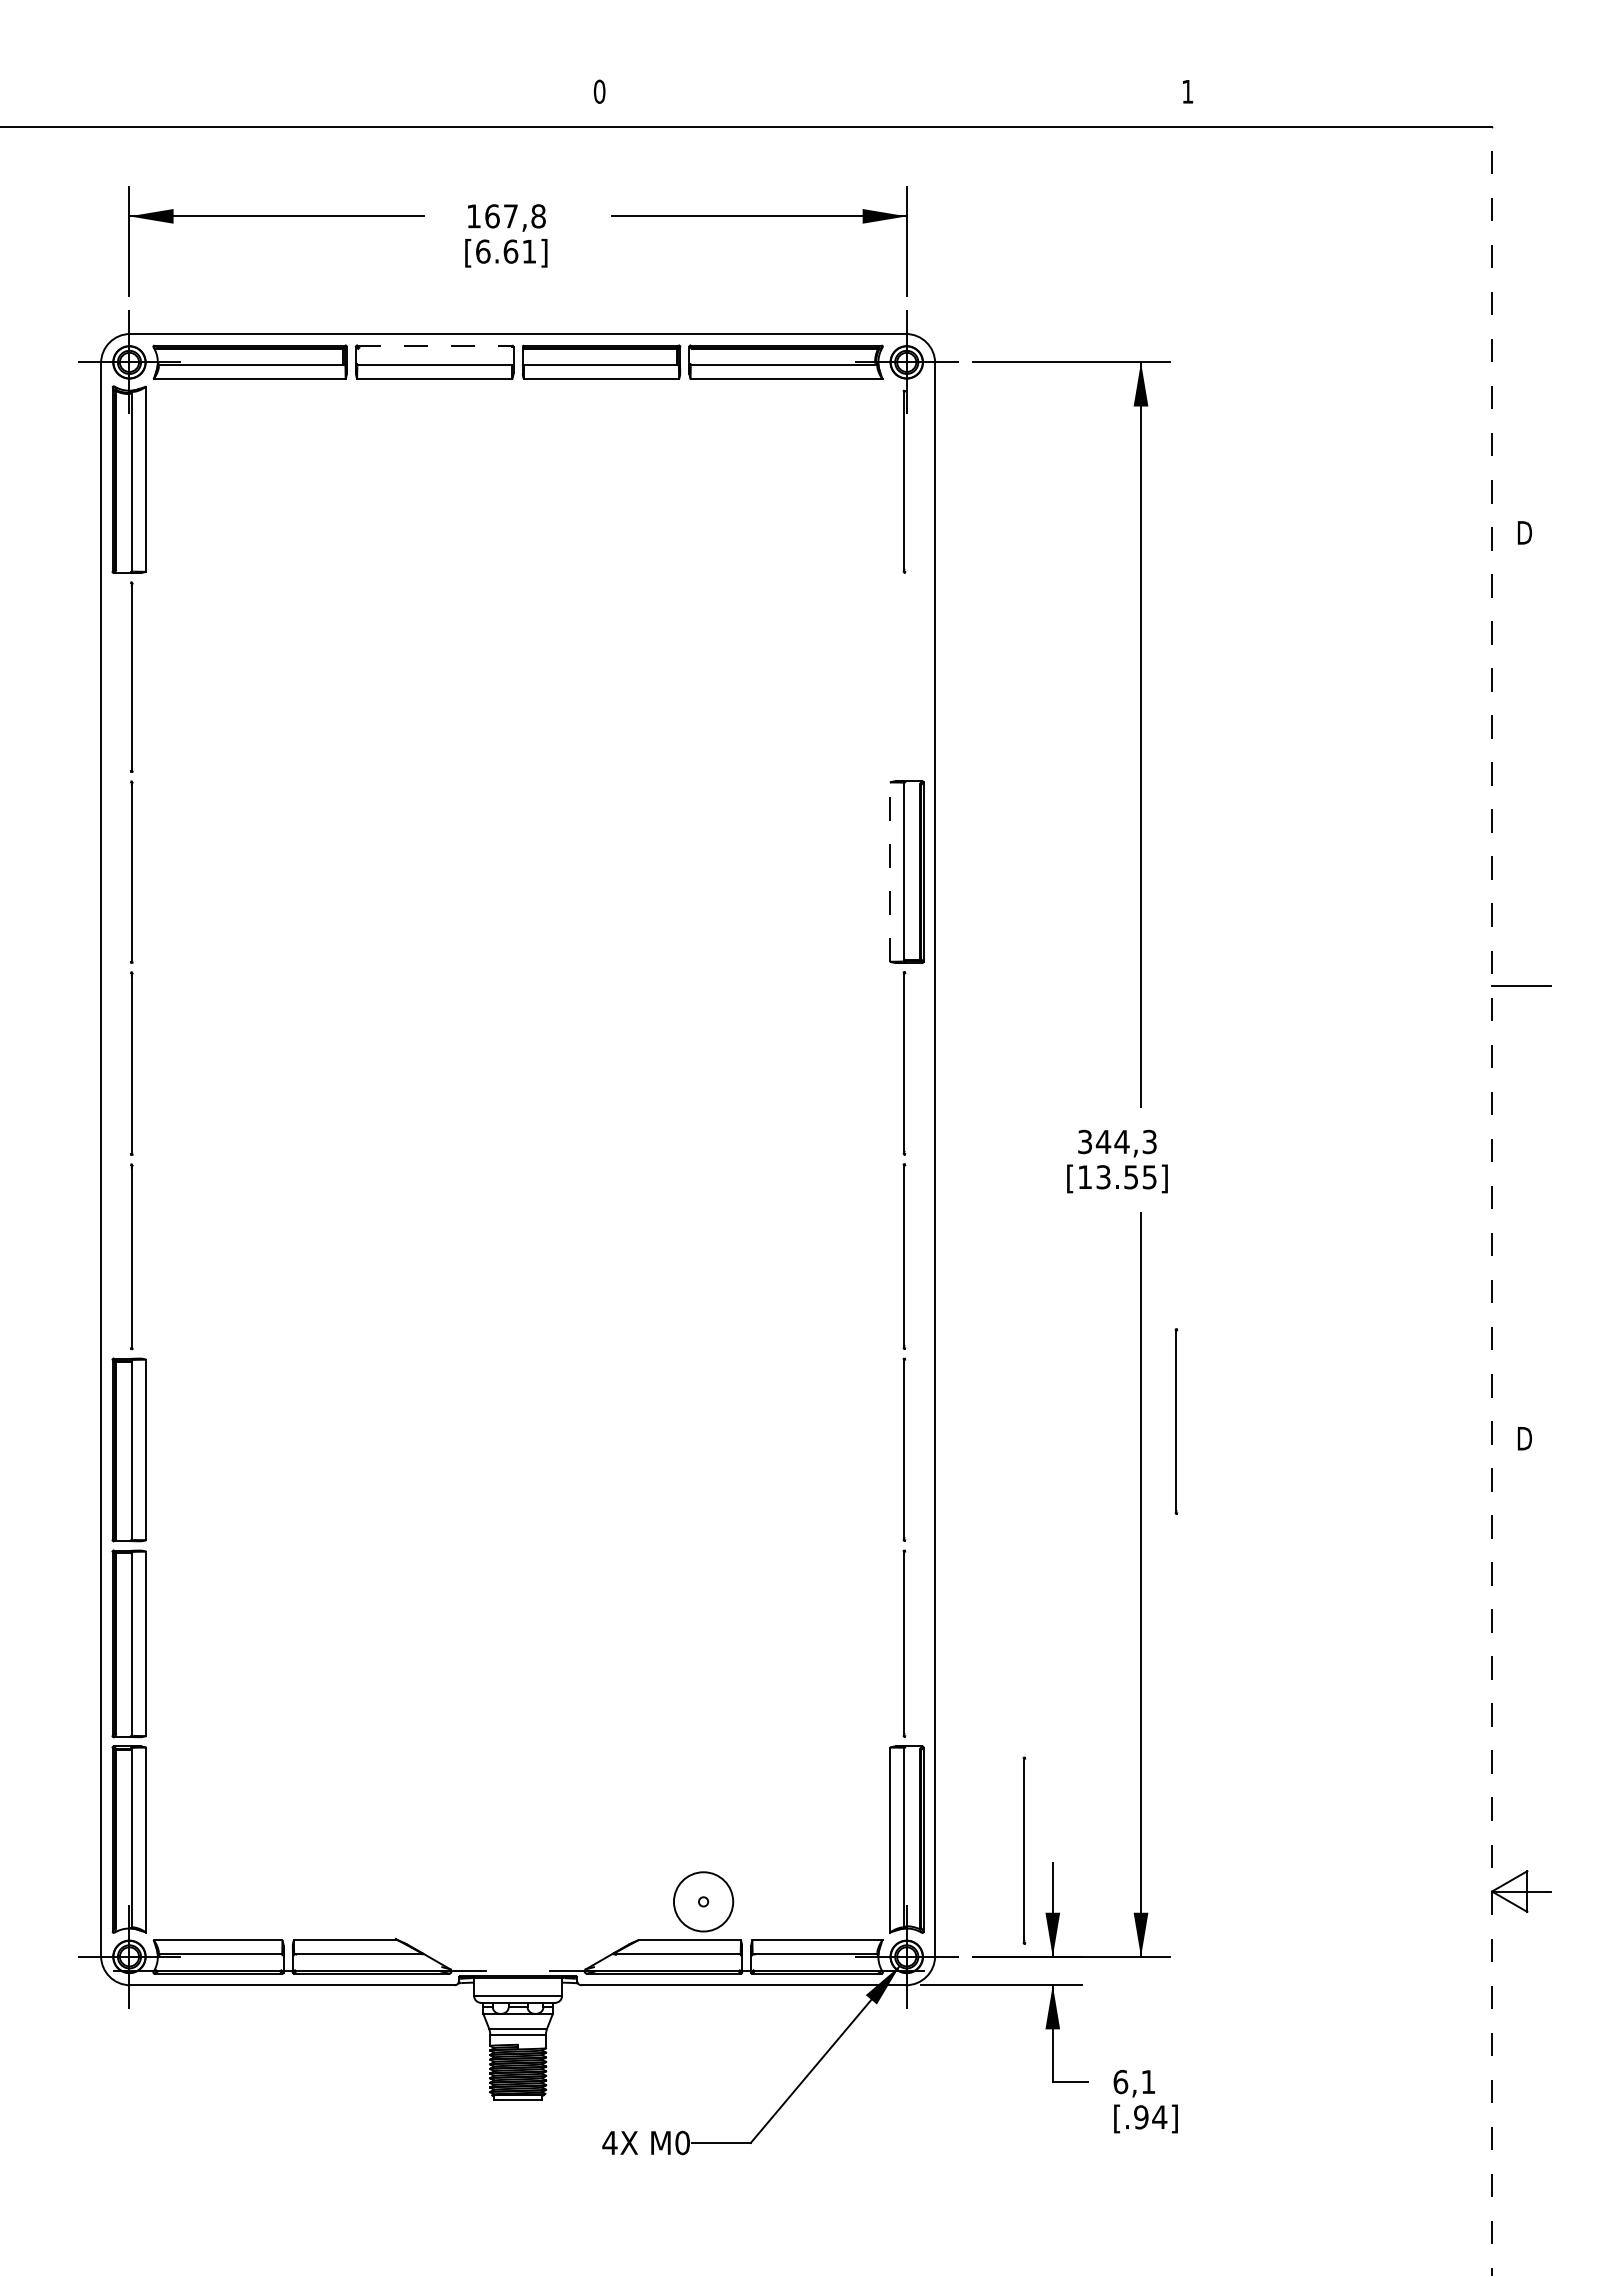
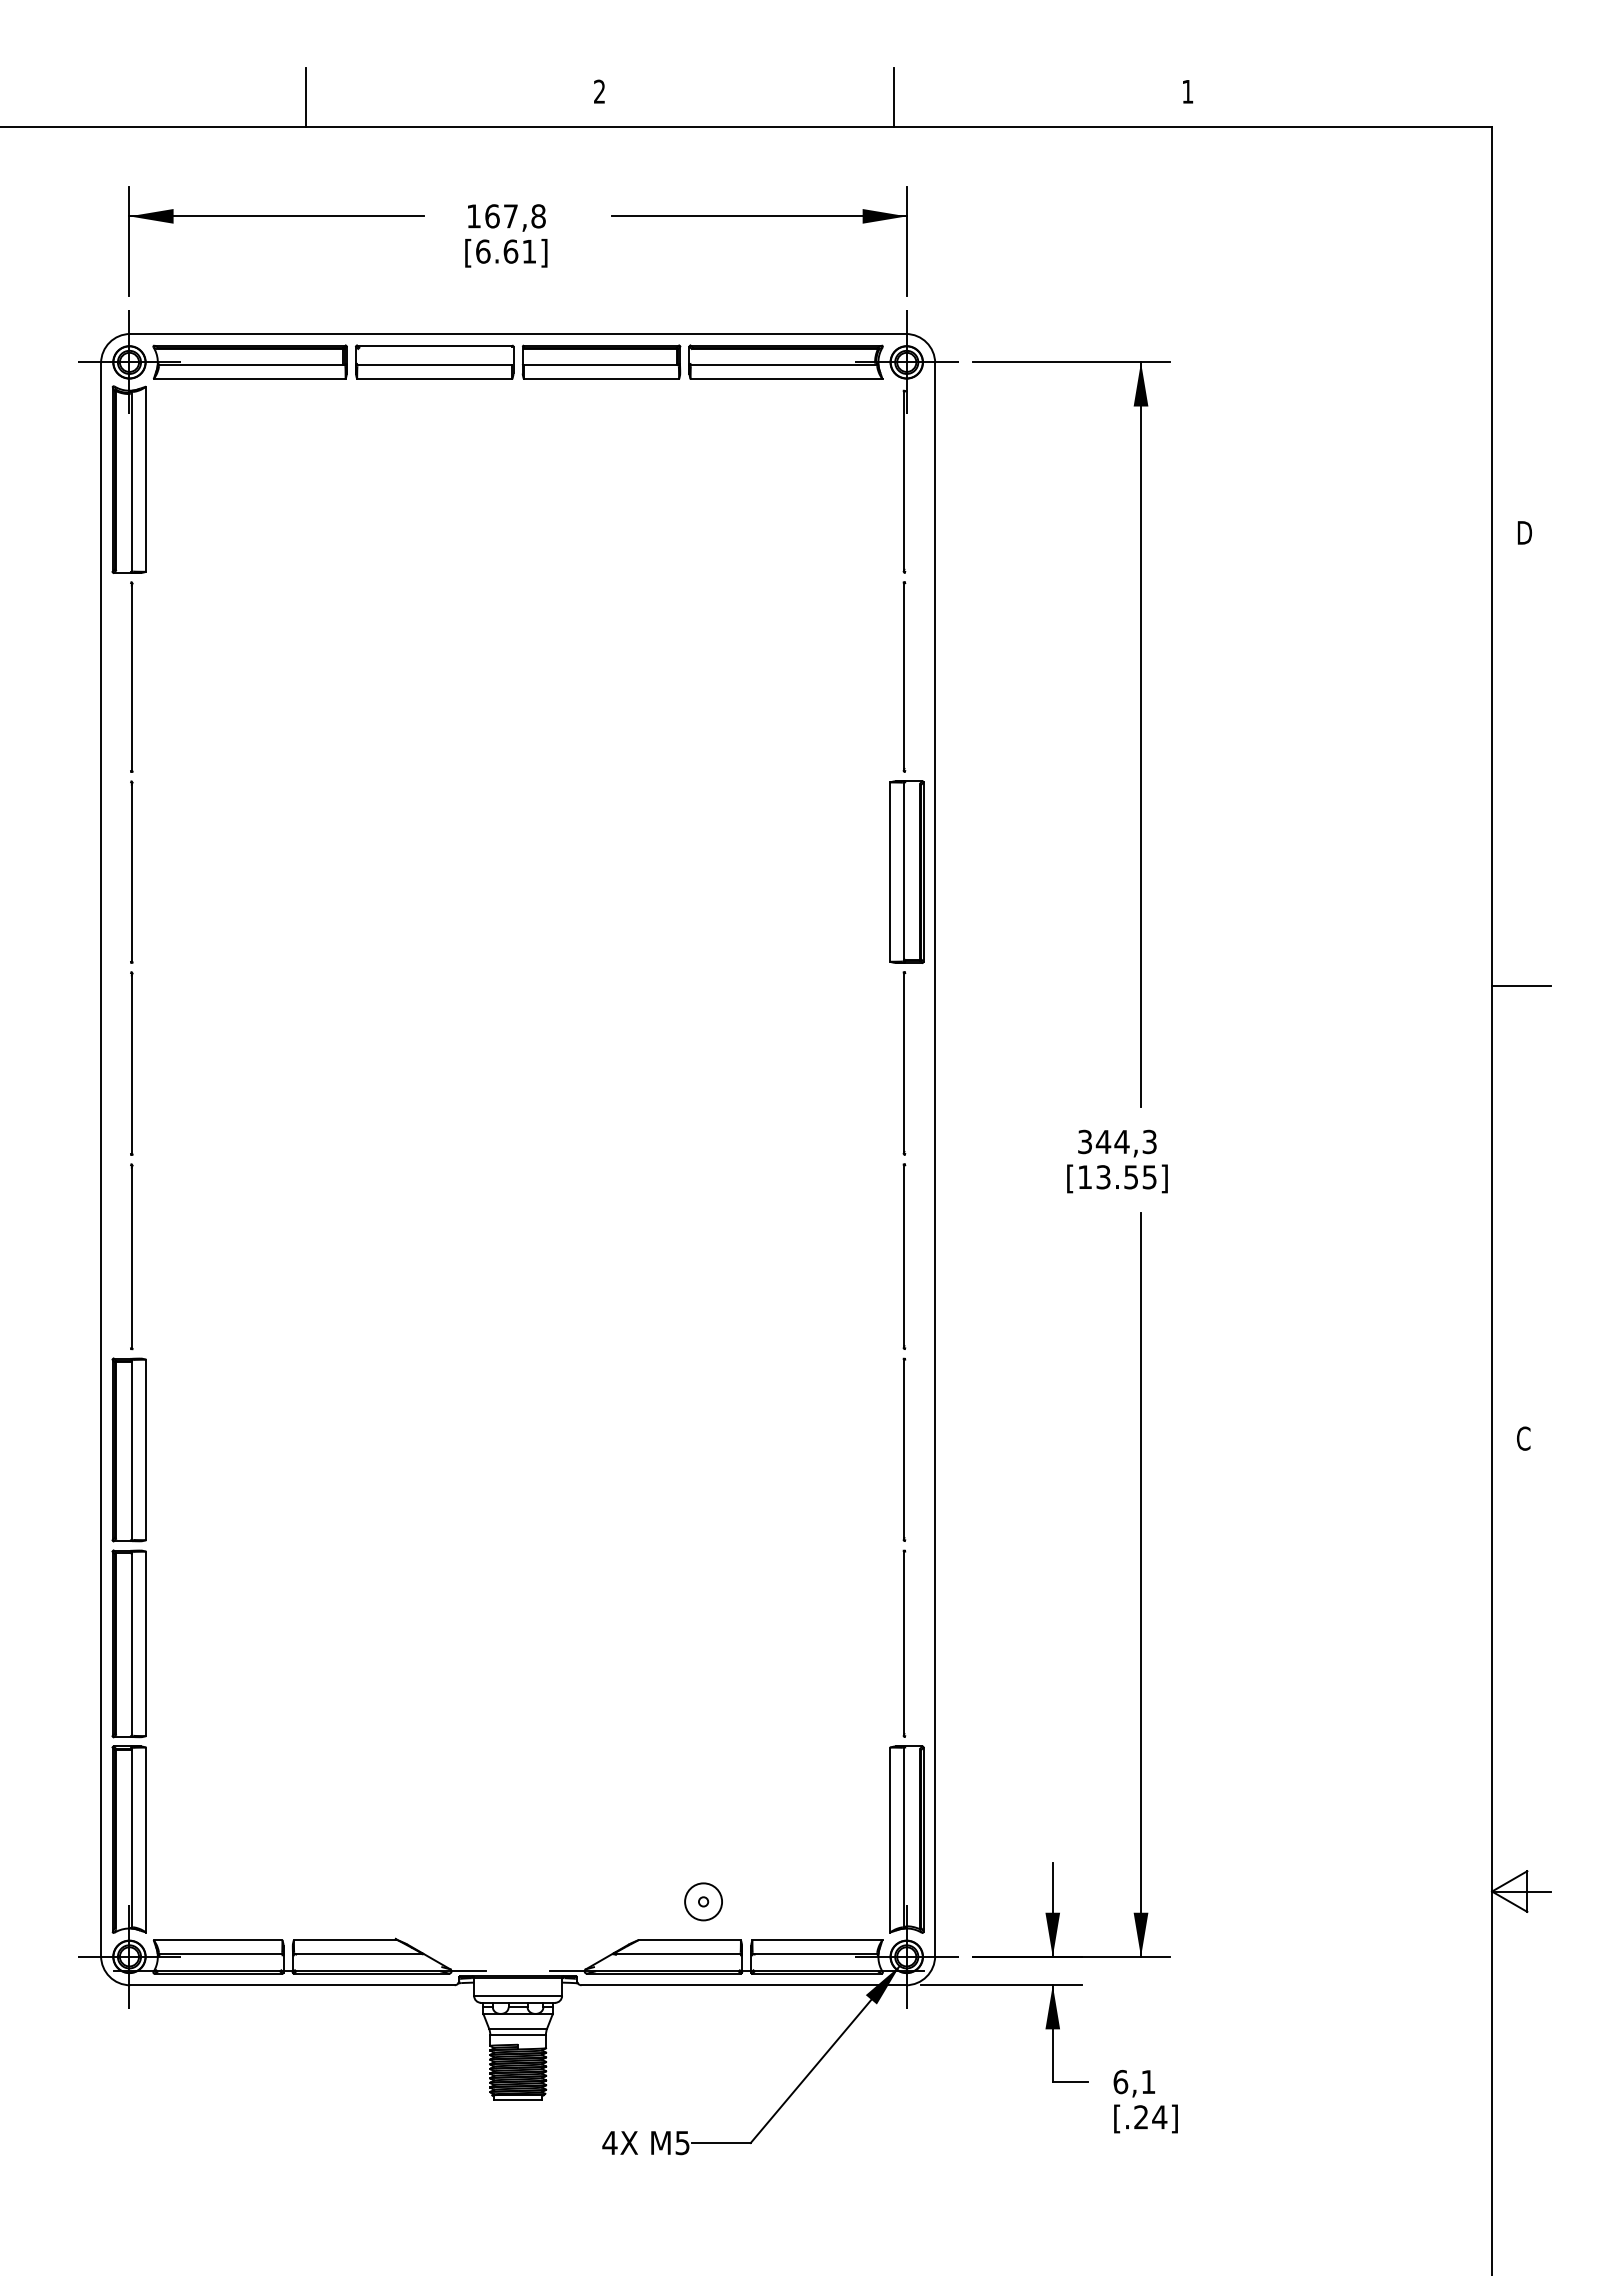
text at (599, 91): 0 -> 2
line at (305, 97): none -> present
line at (893, 97): none -> present
line at (434, 345): dashed -> solid
part at (904, 676): none -> present
line at (889, 872): dashed -> solid
line at (1492, 1201): dashed -> solid
part at (1176, 1421): present -> none
text at (1524, 1438): D -> C
part at (1024, 1850): present -> none
circle at (703, 1901) diameter: 59 px -> 37 px
text at (1141, 2117): [.94] -> [.24]
text at (682, 2142): M0 -> M5
